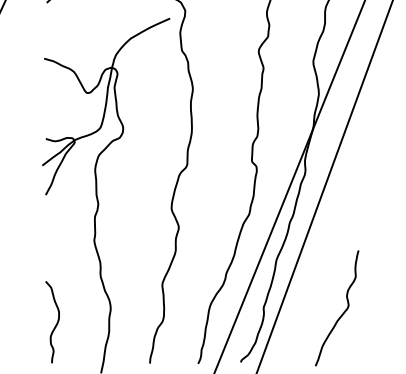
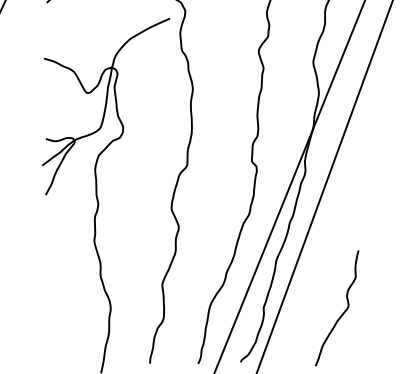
curve at (55, 324): present -> none
